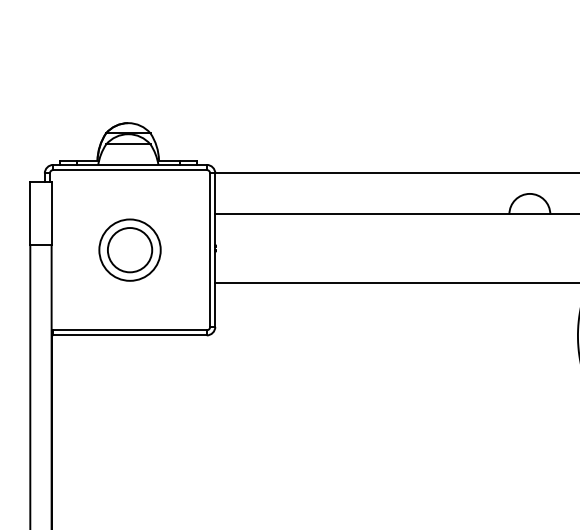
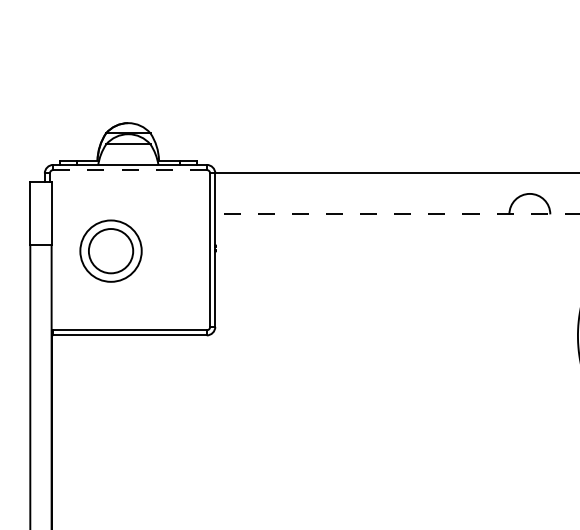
line at (130, 170): solid -> dashed
line at (397, 214): solid -> dashed
part at (129, 249) position: (129, 249) -> (110, 250)
line at (395, 282): present -> none
